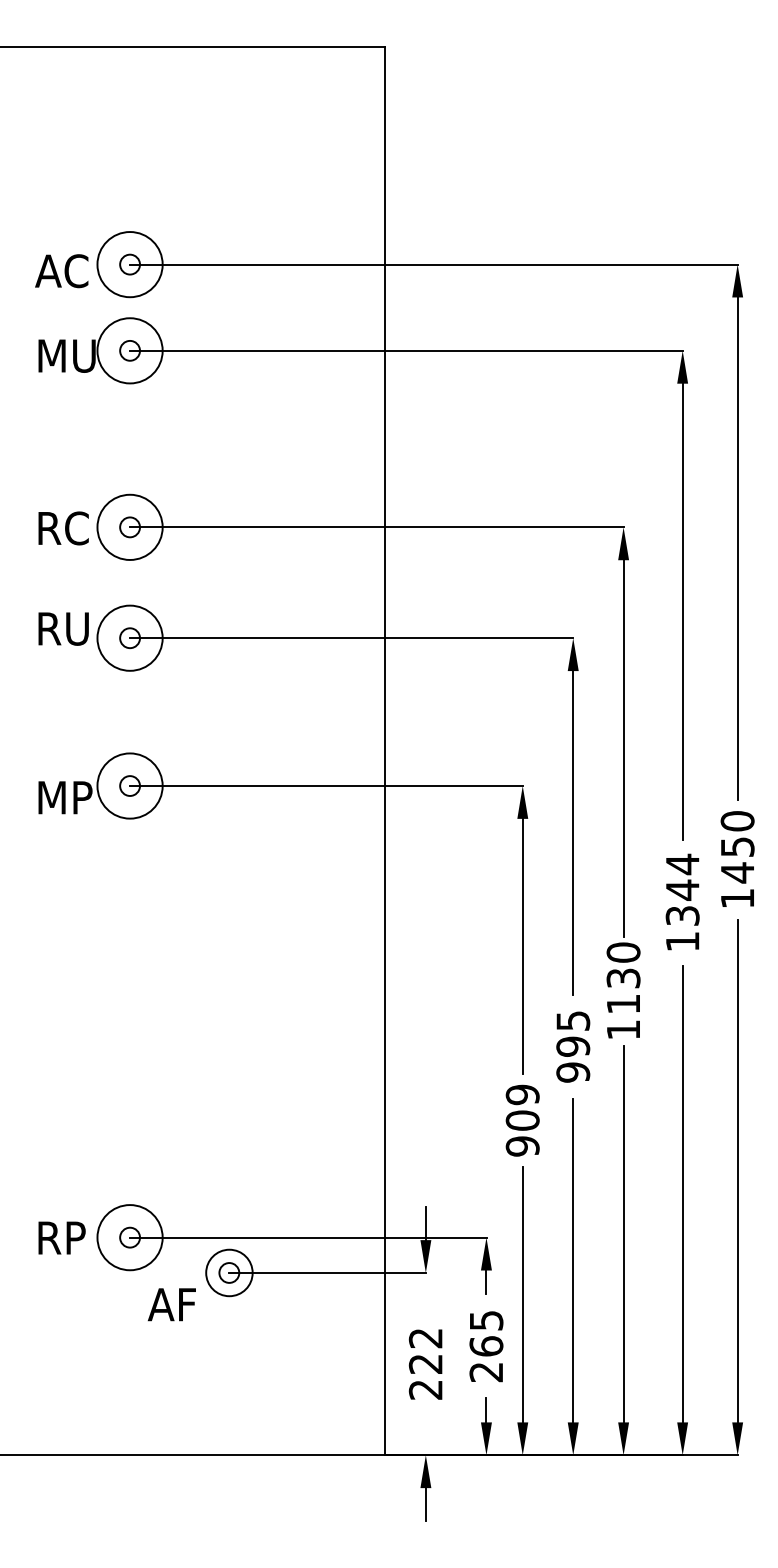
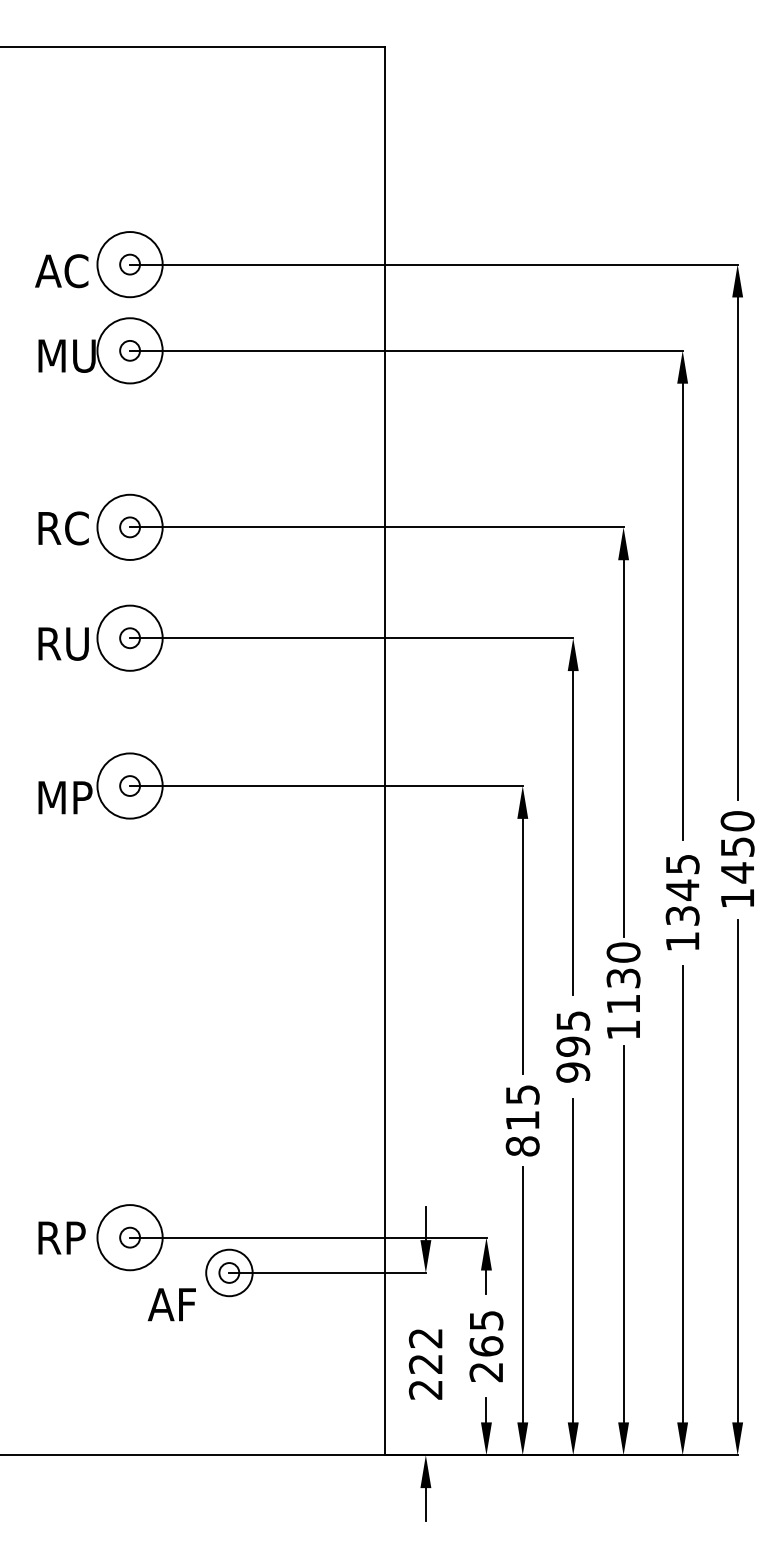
text at (63, 628) position: (63, 628) -> (63, 643)
text at (682, 864): 1344 -> 1345
text at (522, 1120): 909 -> 815
